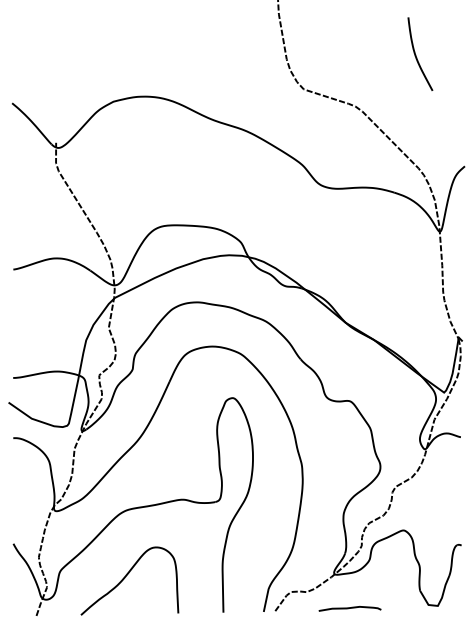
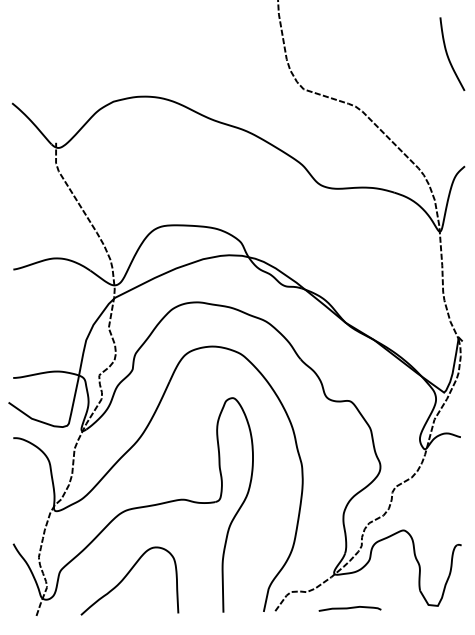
curve at (416, 54) position: (416, 54) -> (448, 54)
